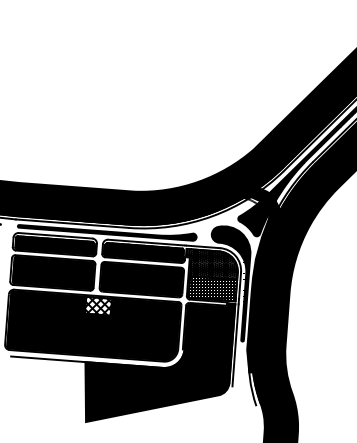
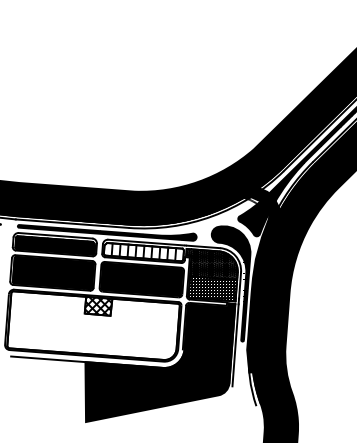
fill at (143, 252): present -> none
fill at (93, 325): present -> none
